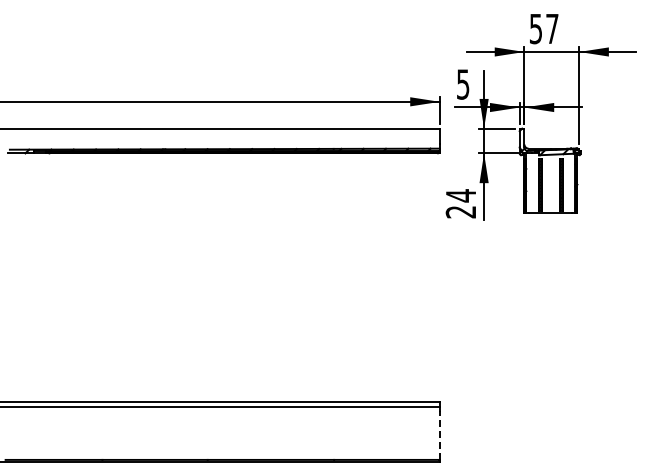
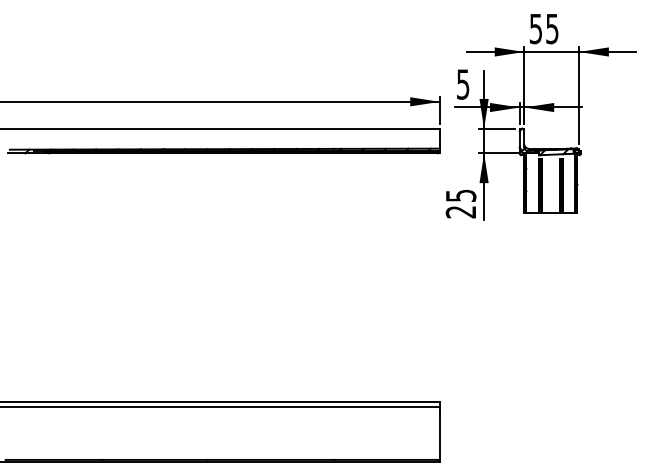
text at (552, 29): 57 -> 55
text at (461, 195): 24 -> 25
line at (439, 435): dashed -> solid
